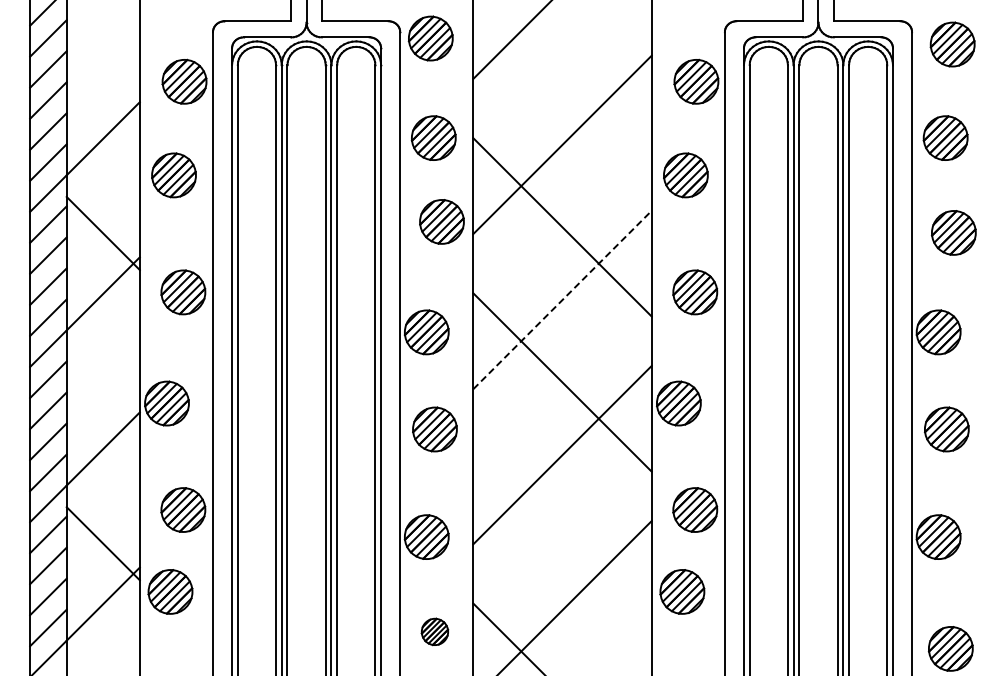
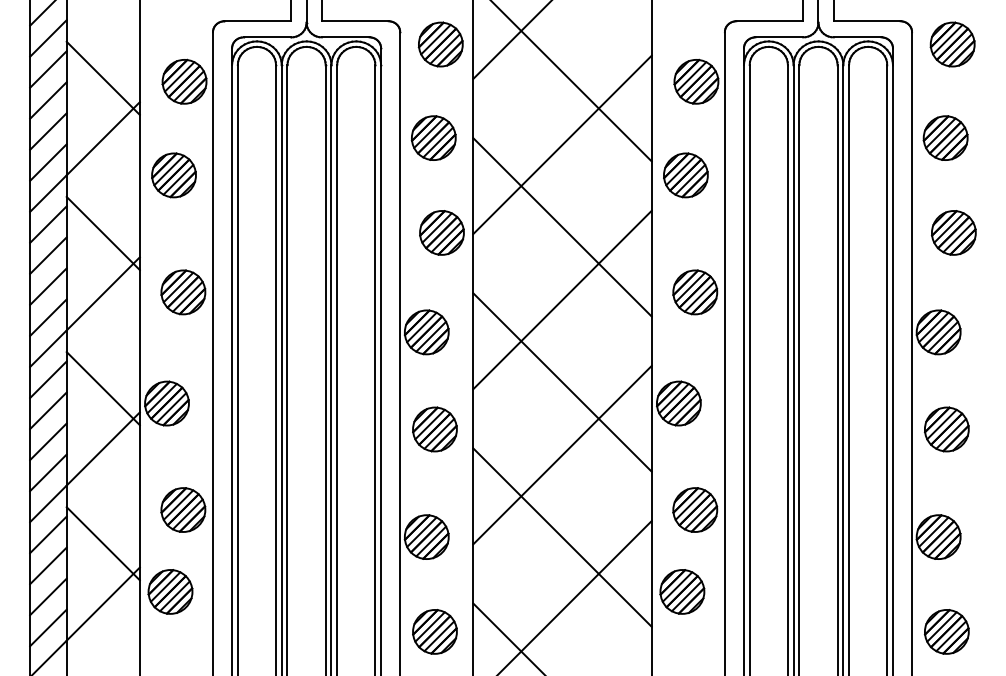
part at (430, 38) position: (430, 38) -> (440, 44)
line at (102, 77): none -> present
line at (571, 81): none -> present
part at (441, 221) position: (441, 221) -> (441, 232)
line at (562, 299): dashed -> solid
line at (102, 388): none -> present
line at (562, 537): none -> present
part at (434, 631) size: 30x30 px -> 46x46 px
part at (950, 648) position: (950, 648) -> (946, 631)
